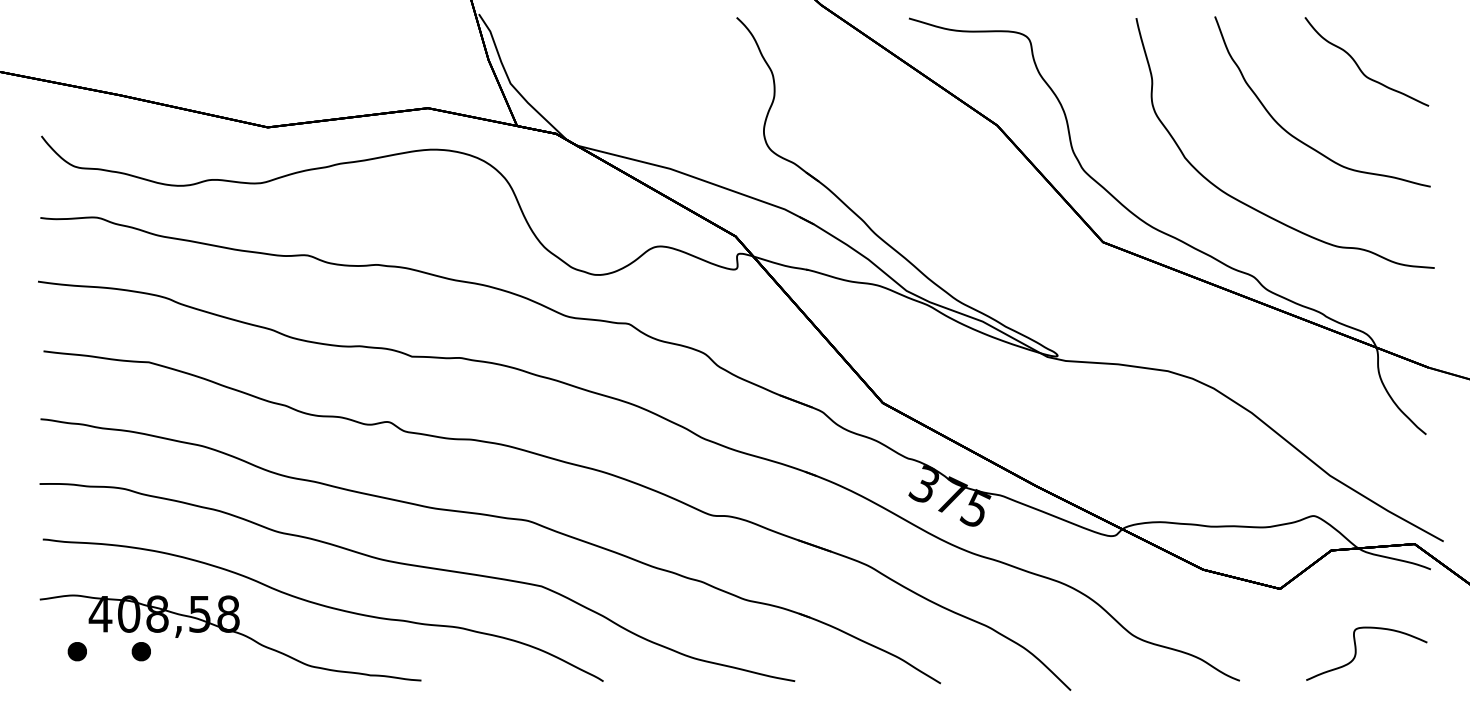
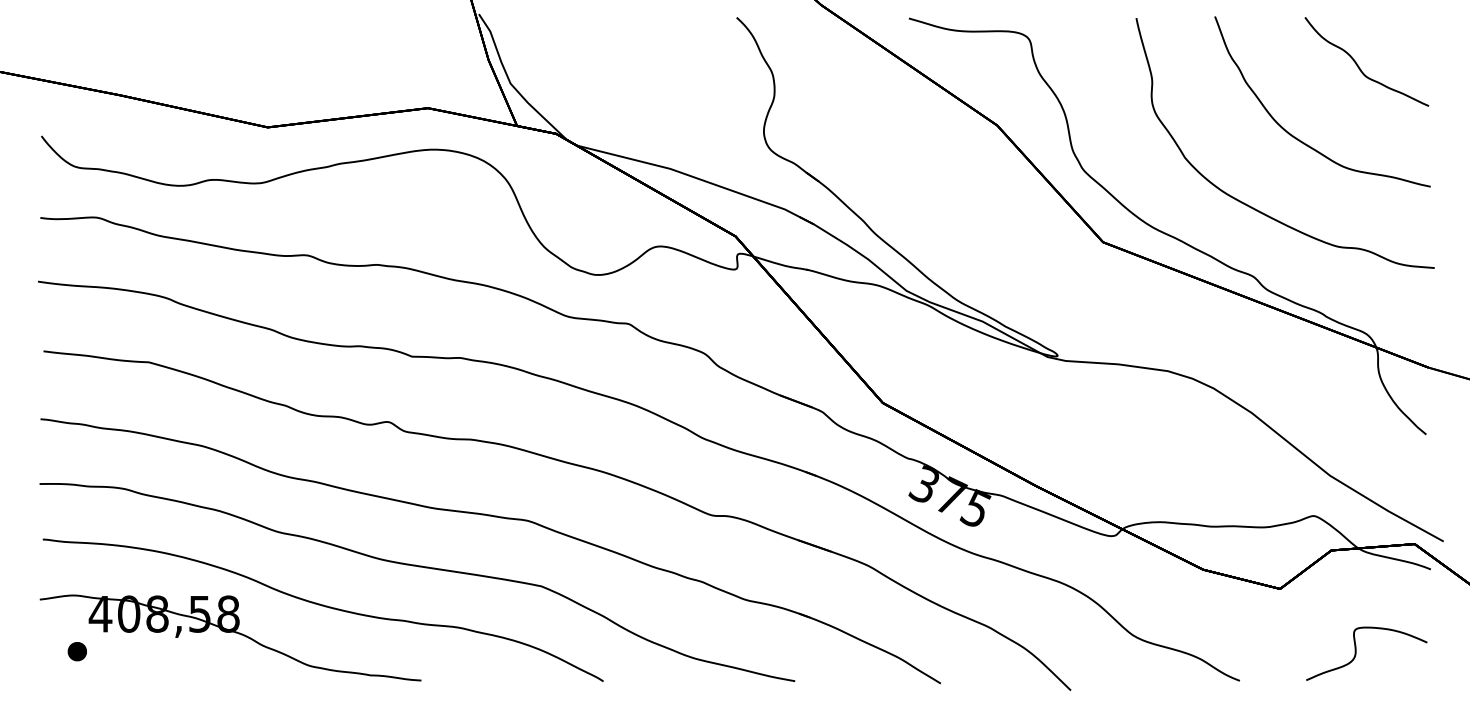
part at (140, 651): present -> none
